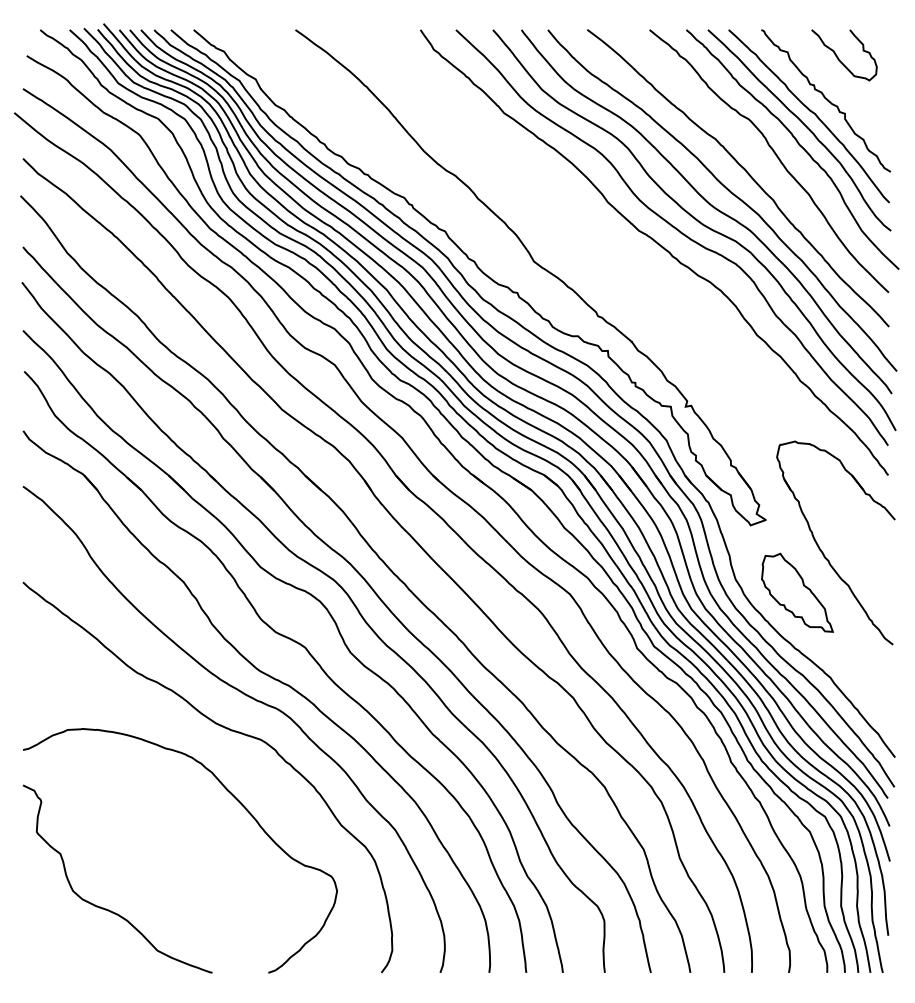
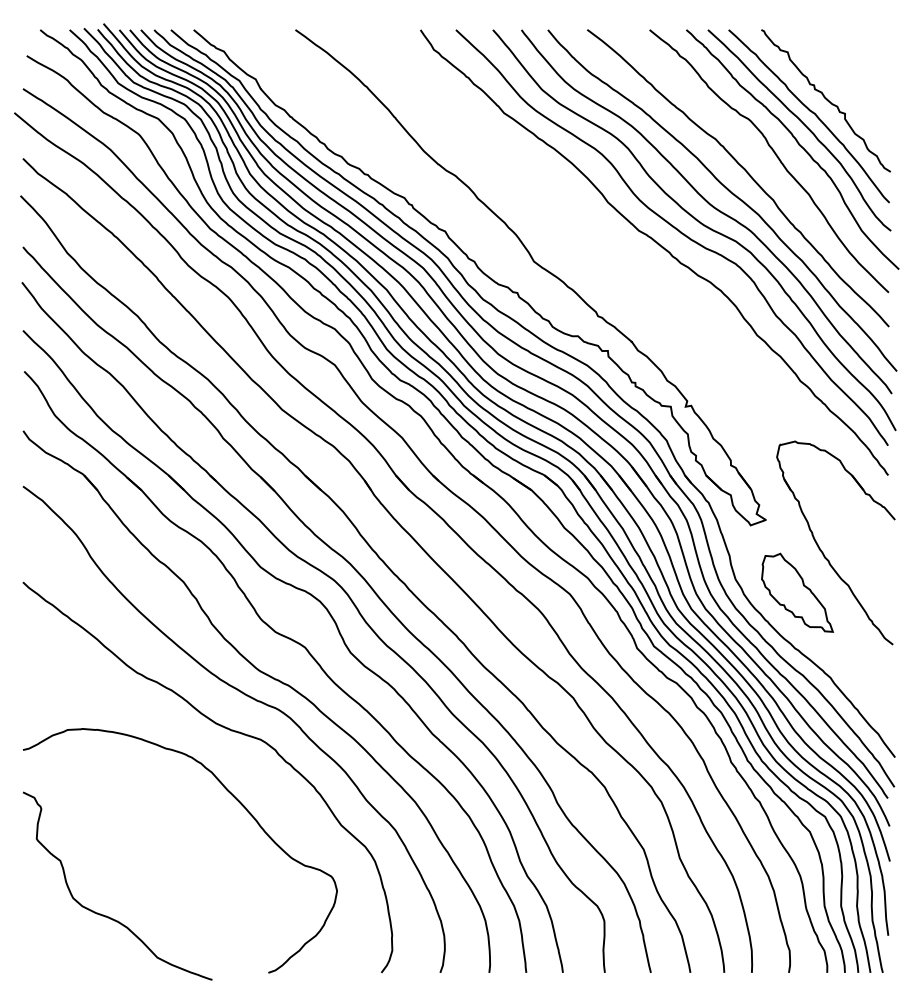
curve at (839, 58): present -> none
curve at (106, 908) position: (106, 908) -> (106, 915)
